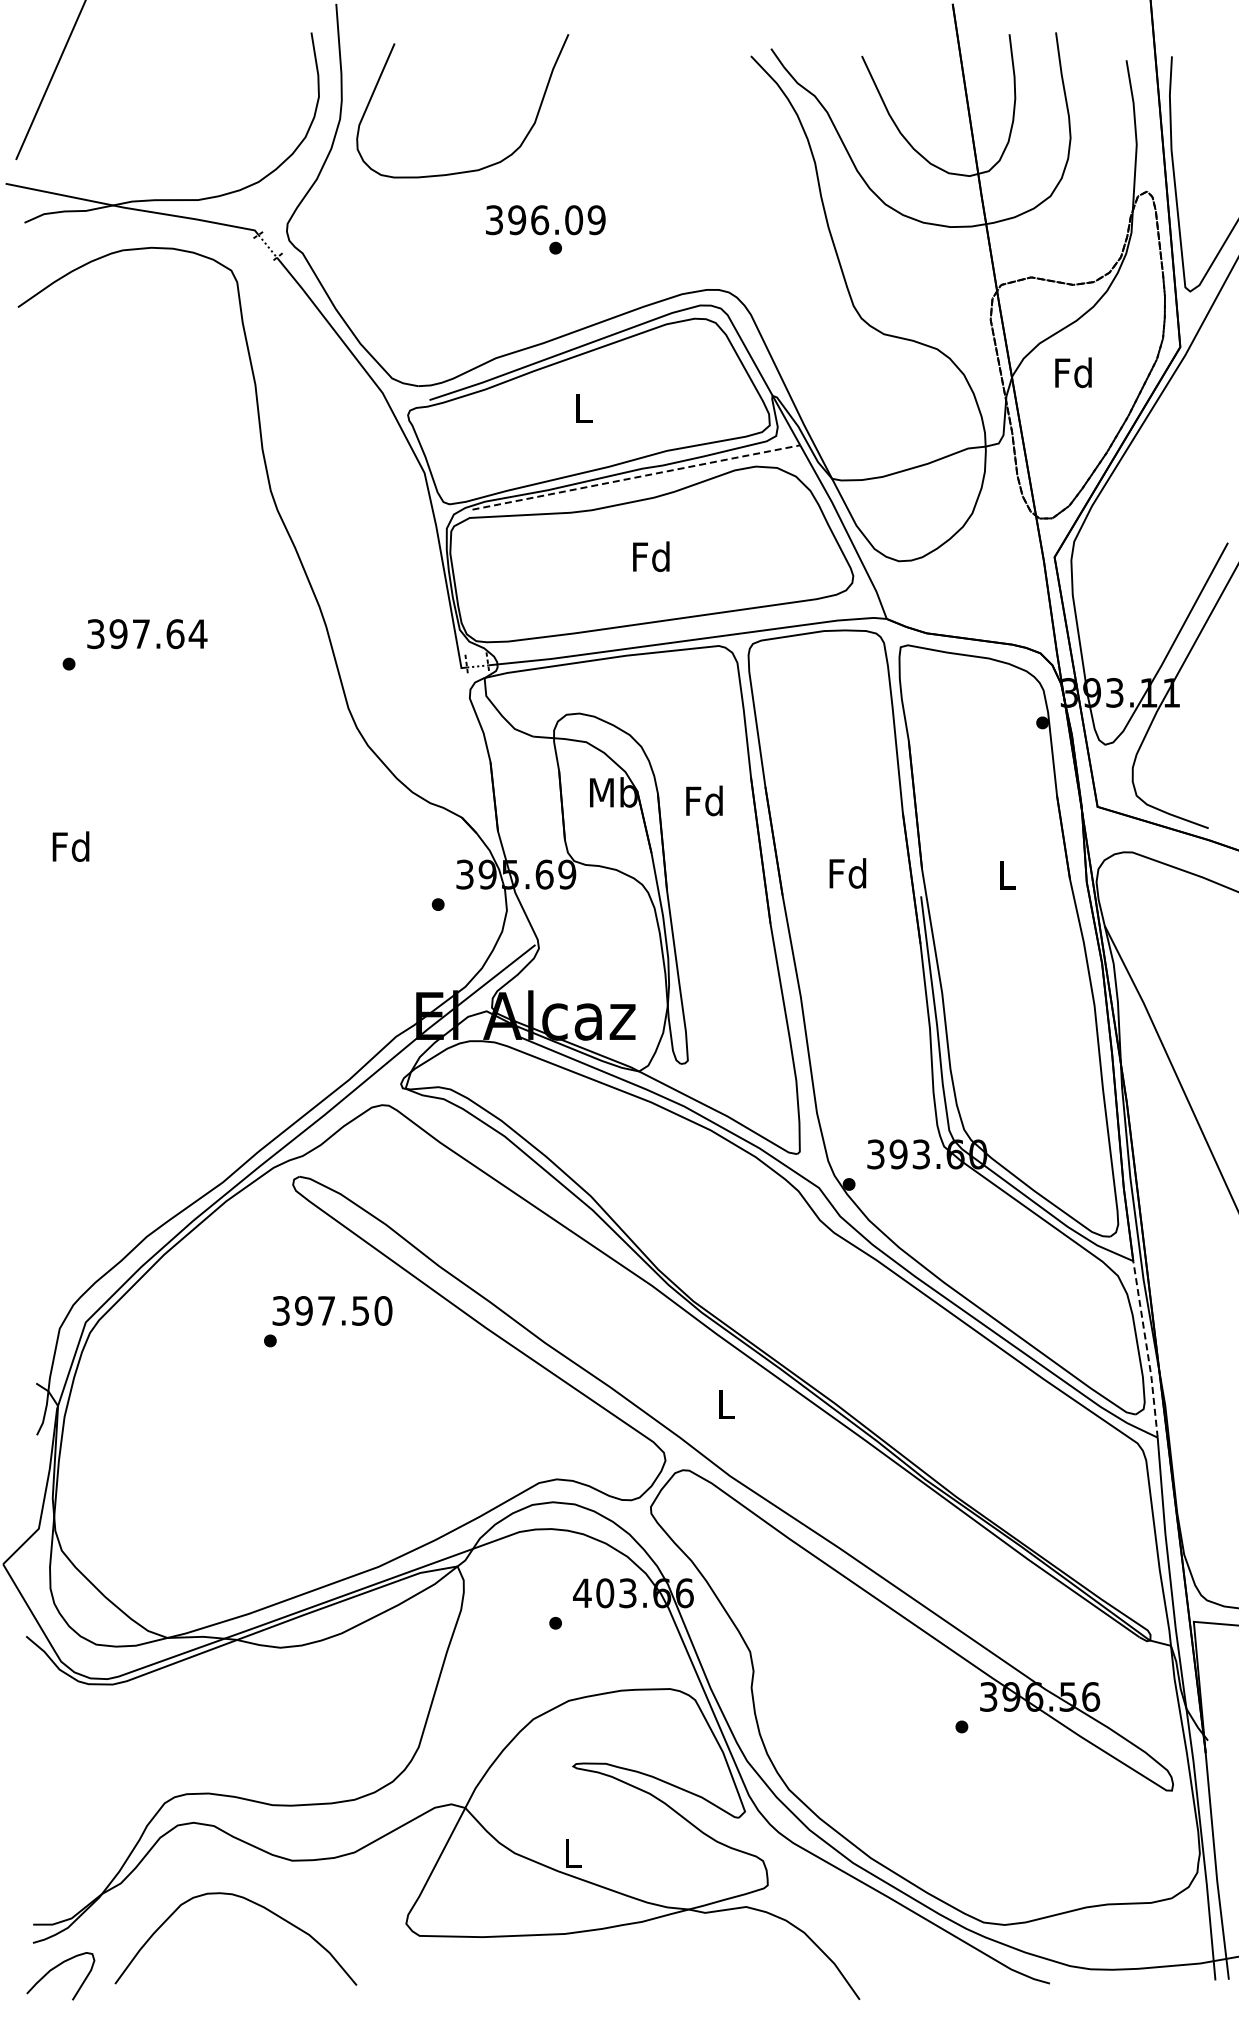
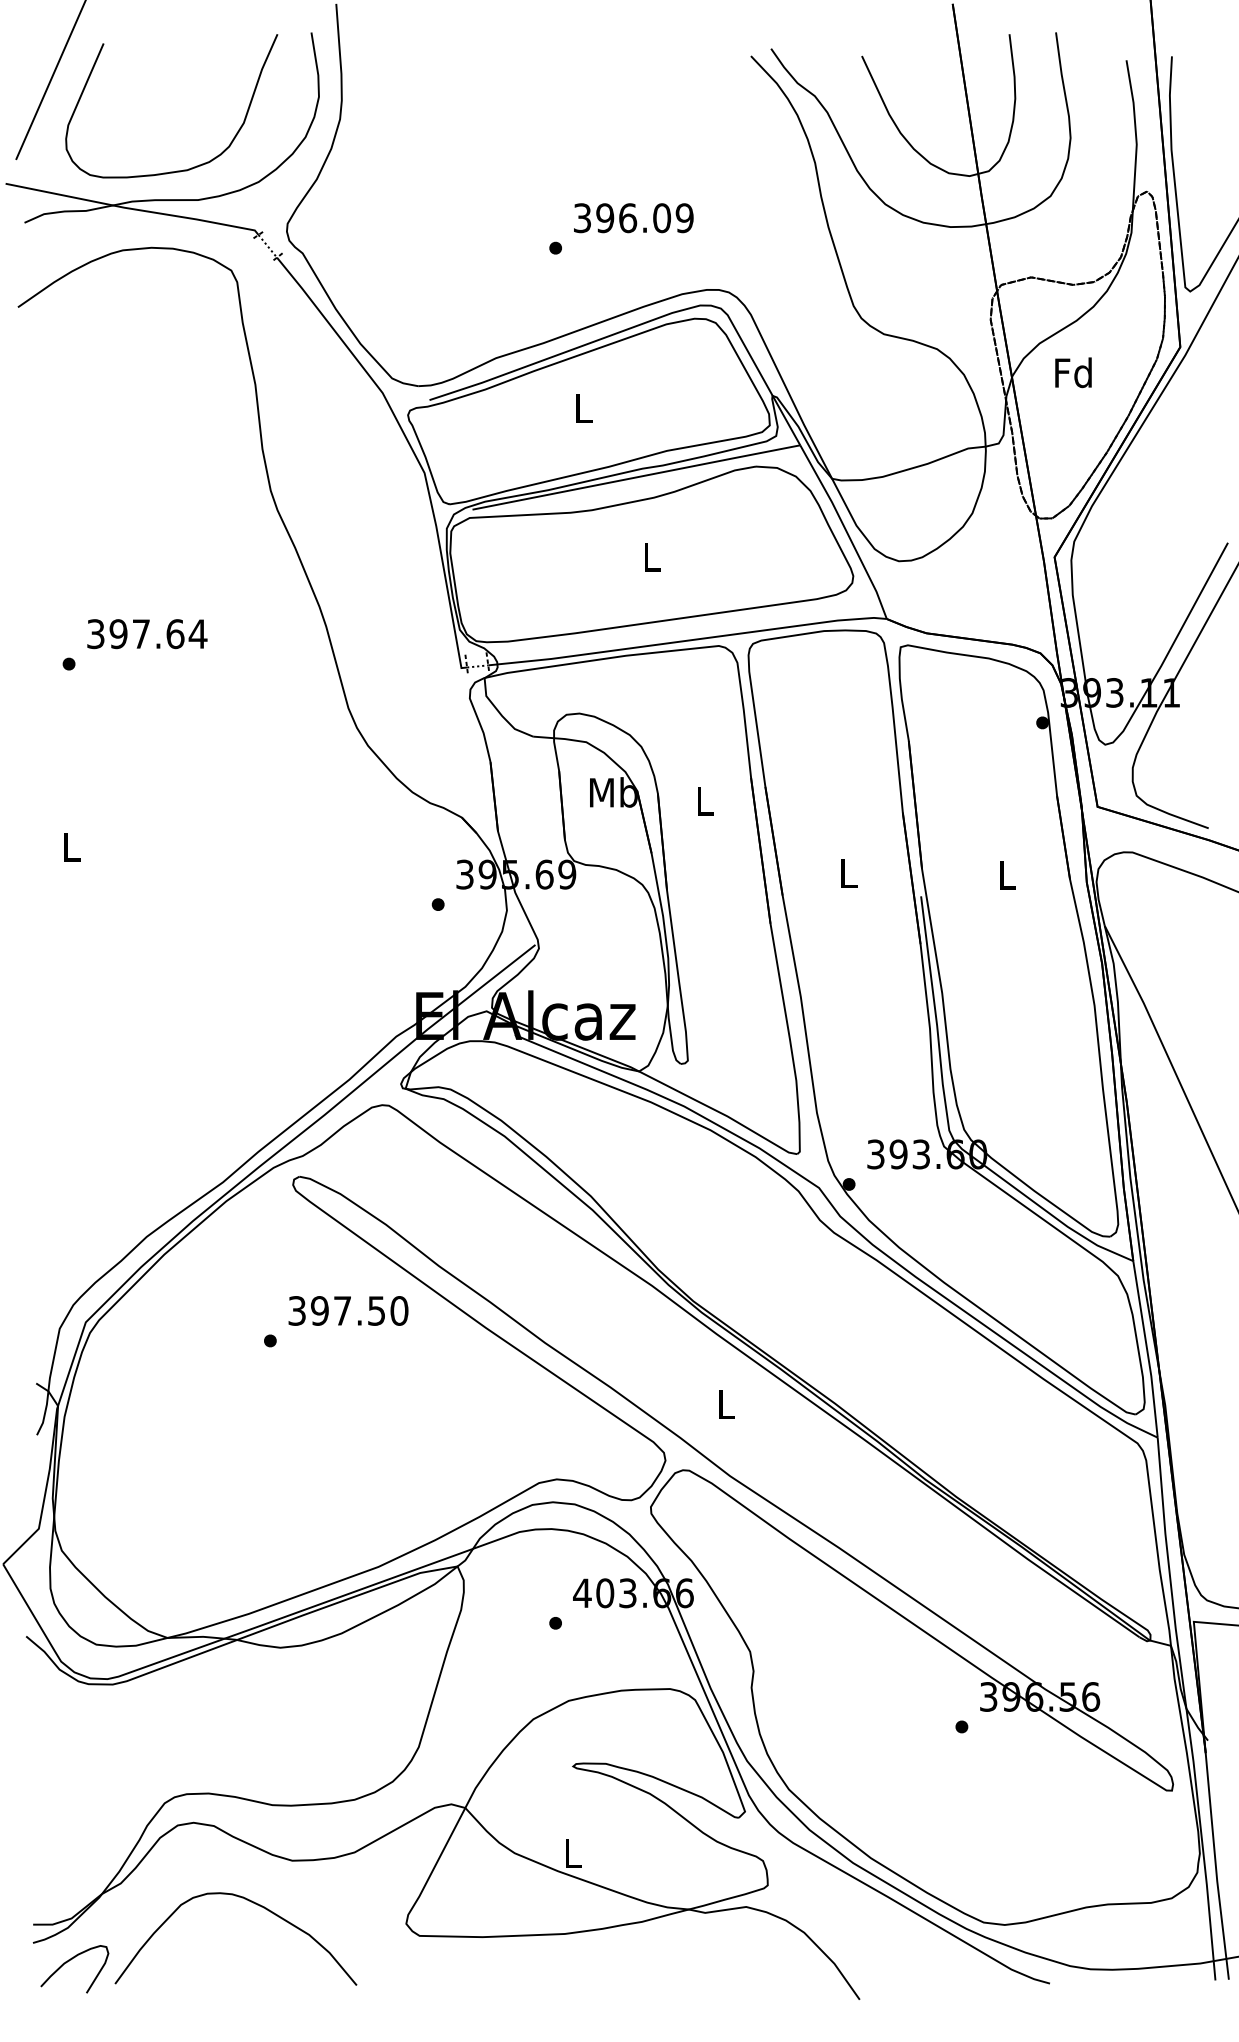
curve at (487, 165) position: (487, 165) -> (196, 165)
text at (545, 220) position: (545, 220) -> (633, 218)
line at (637, 477): dashed -> solid
text at (651, 556): Fd -> L
text at (704, 800): Fd -> L
text at (70, 846): Fd -> L
text at (847, 873): Fd -> L
text at (332, 1310) position: (332, 1310) -> (348, 1310)
line at (1147, 1349): dashed -> solid
curve at (55, 1968) position: (55, 1968) -> (69, 1961)
